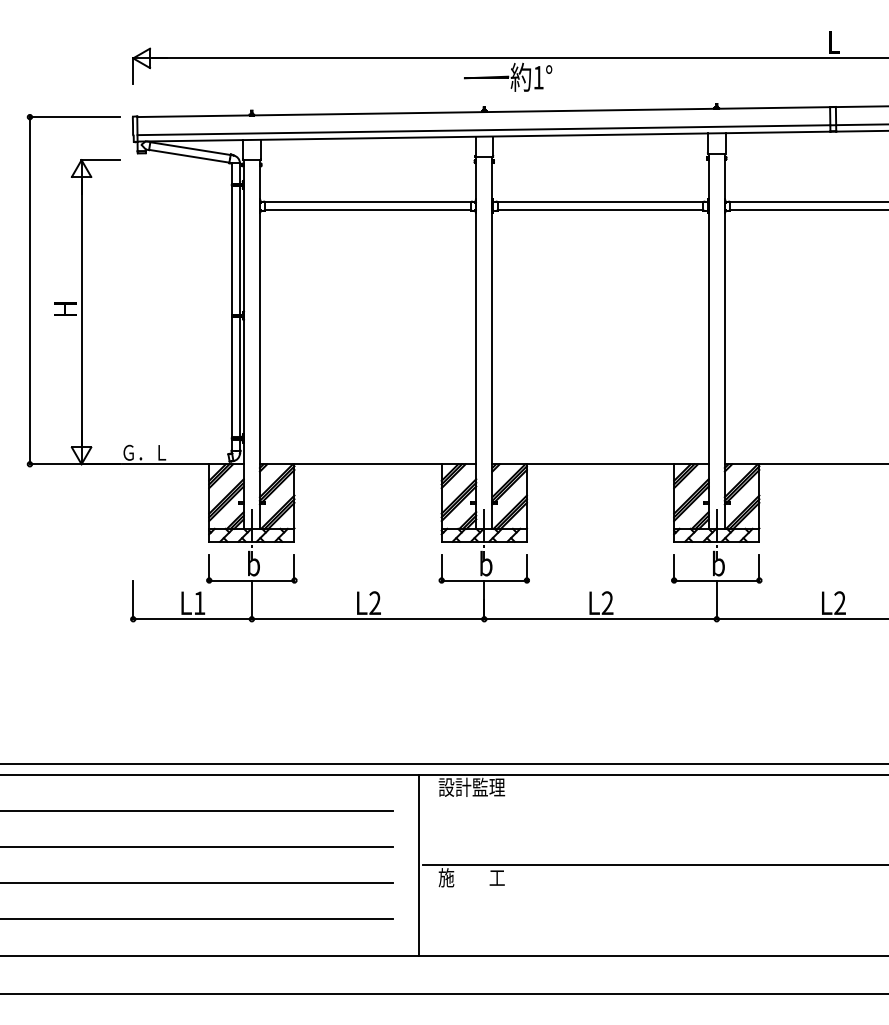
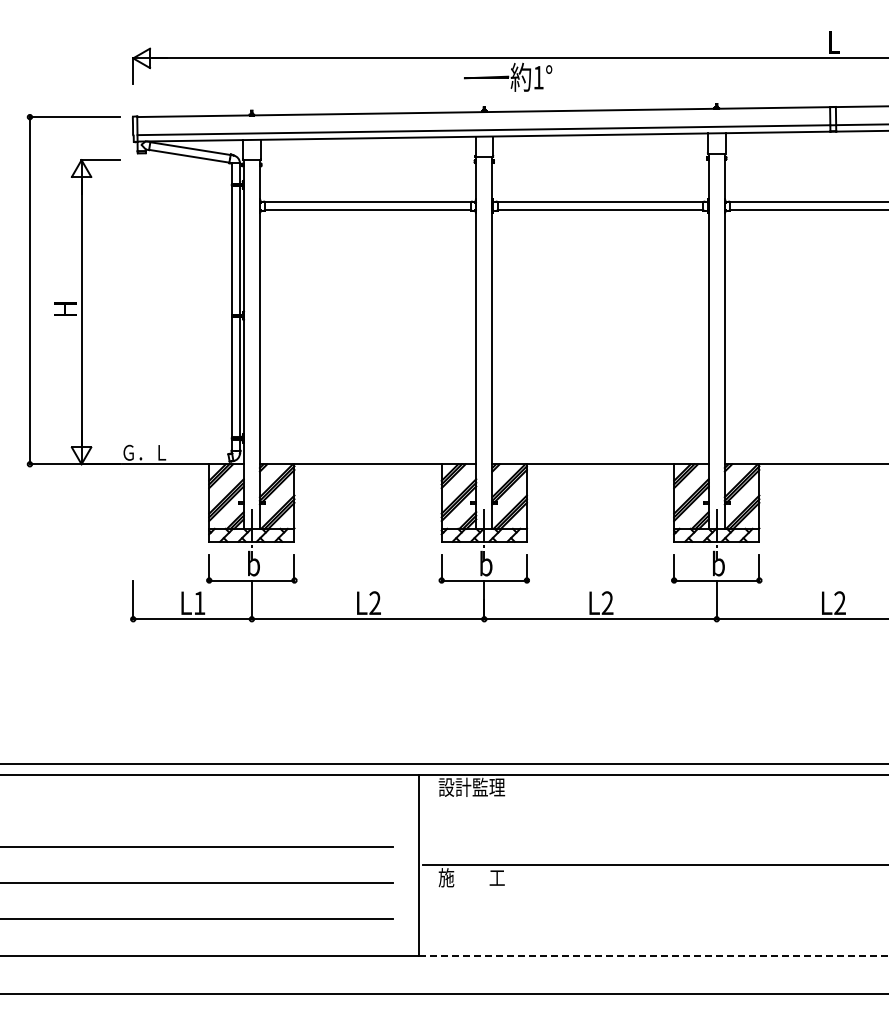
line at (197, 810): present -> none
line at (653, 955): solid -> dashed
